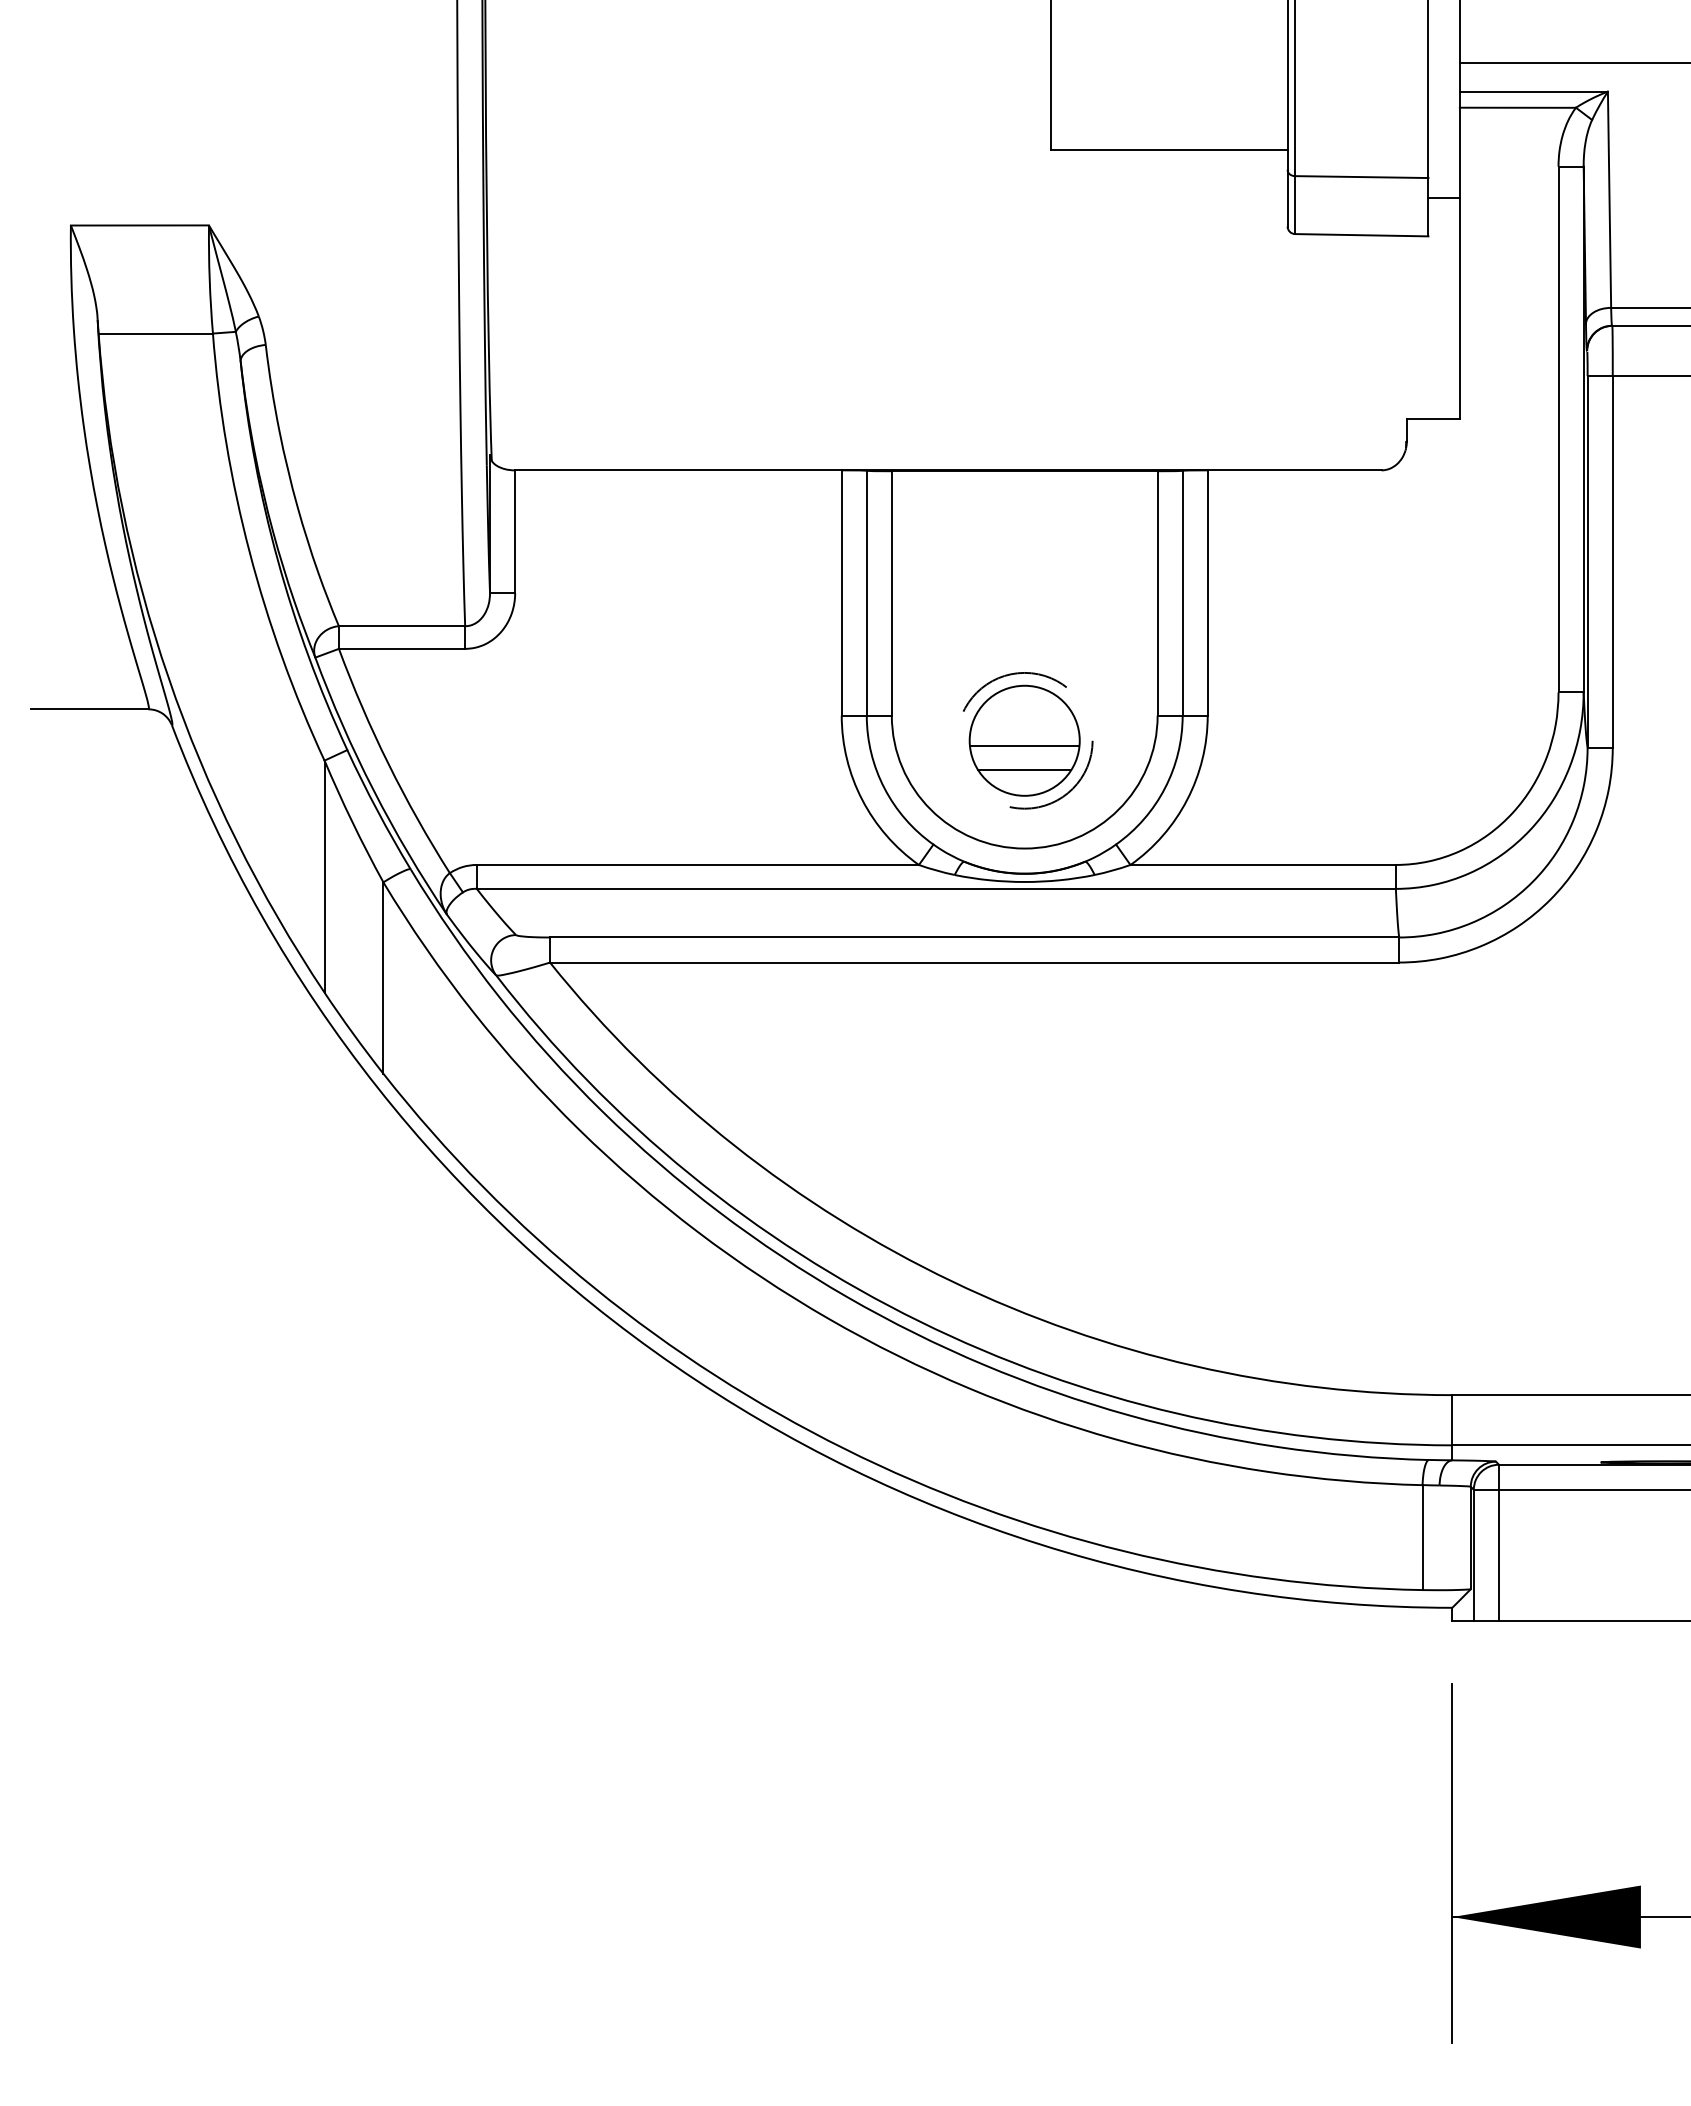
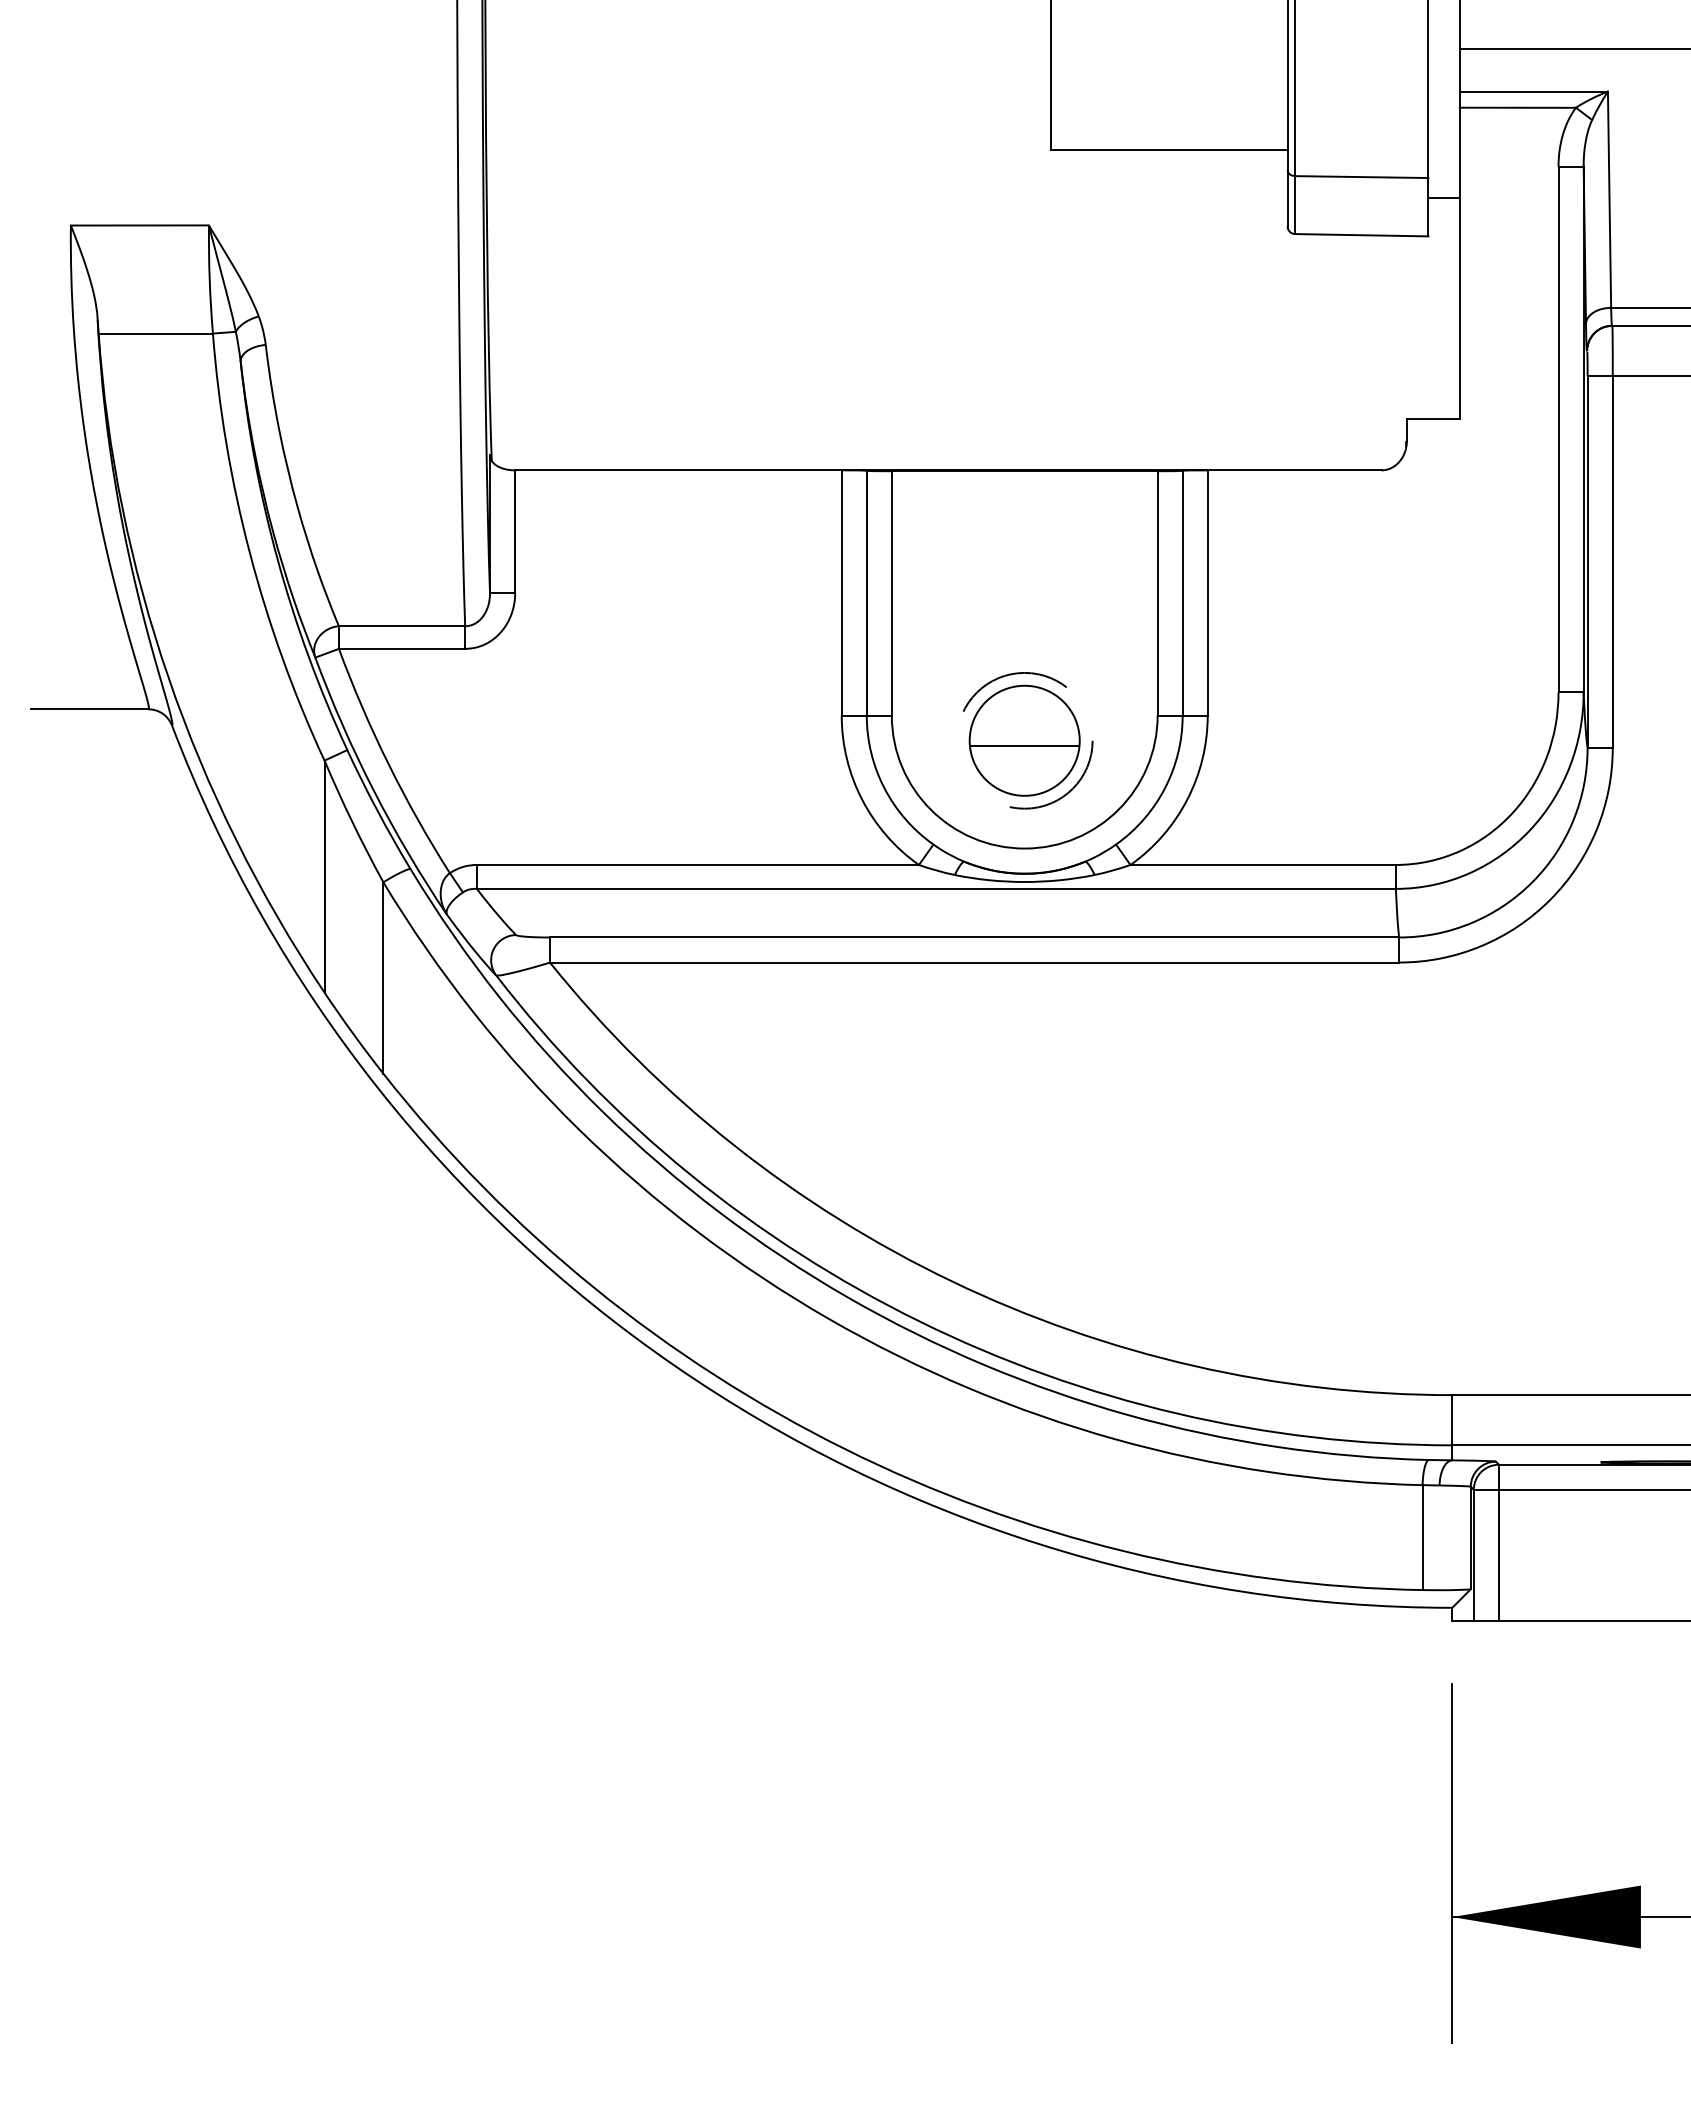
line at (1573, 63) position: (1573, 63) -> (1573, 49)
line at (1024, 770): present -> none
